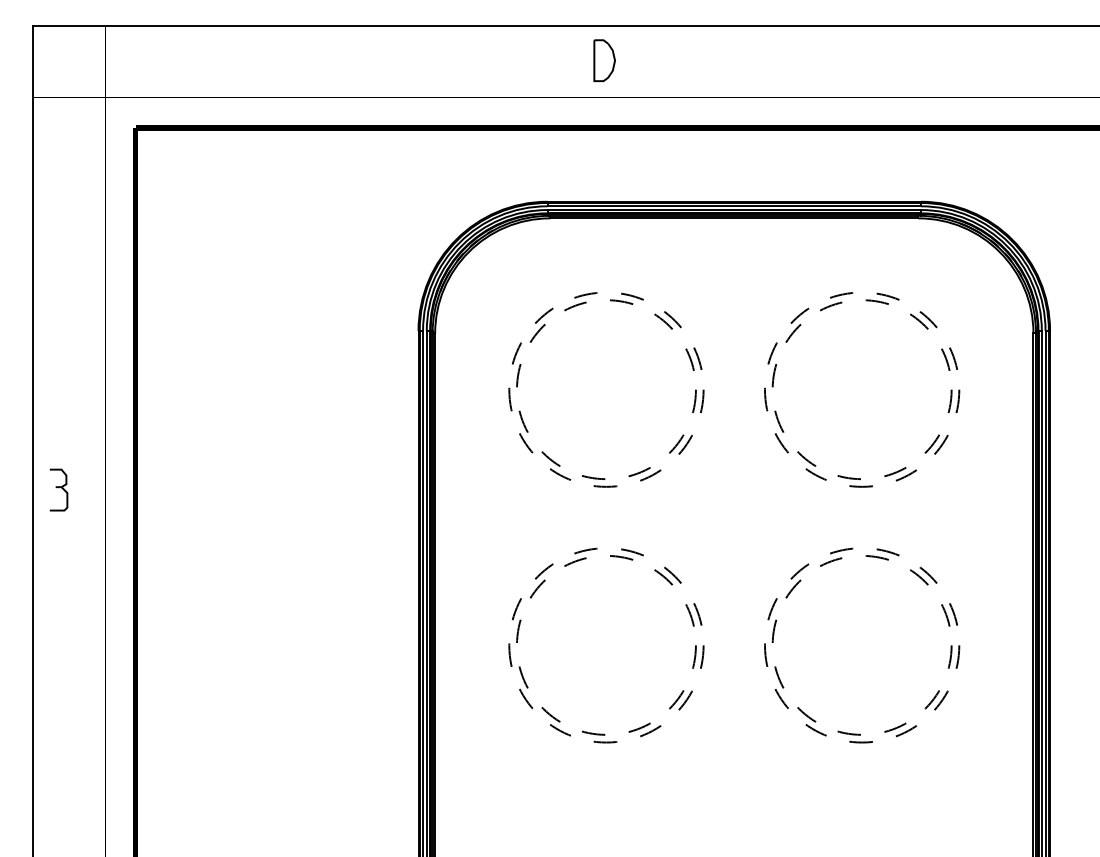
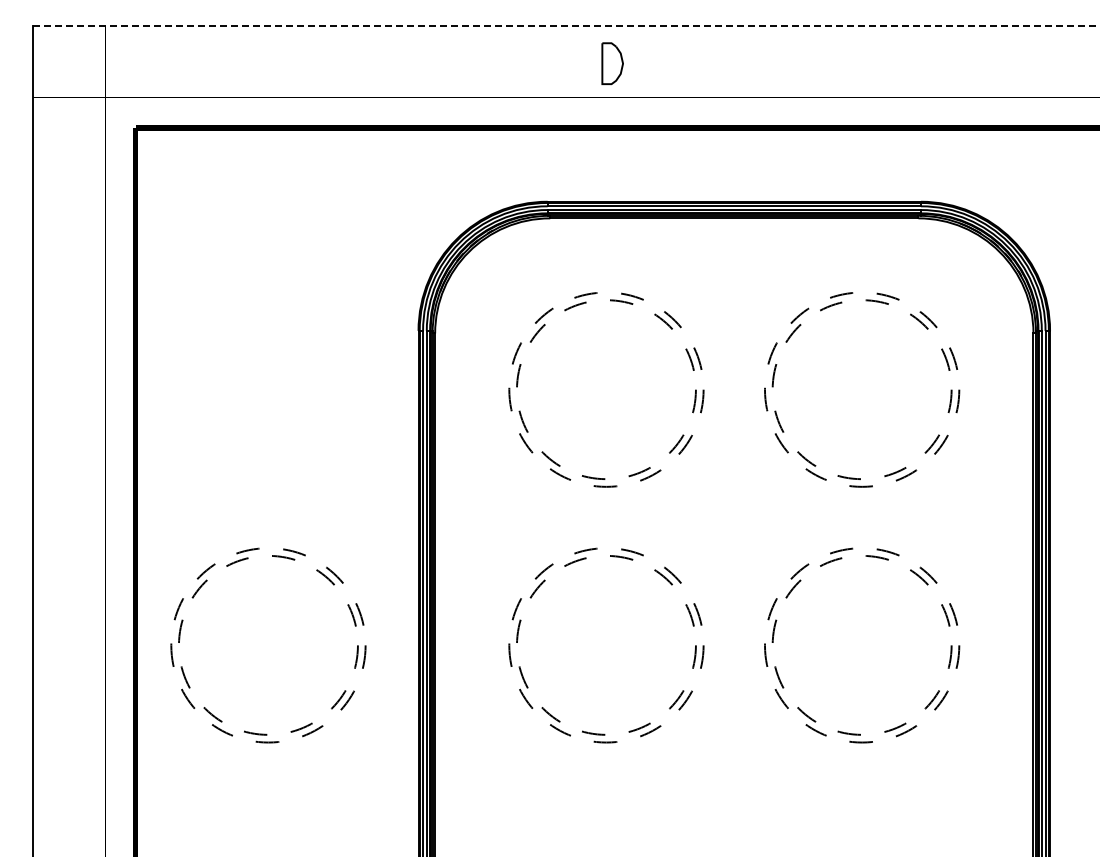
line at (566, 25): solid -> dashed
part at (604, 60) position: (604, 60) -> (612, 63)
part at (58, 489): present -> none
part at (266, 733): none -> present
